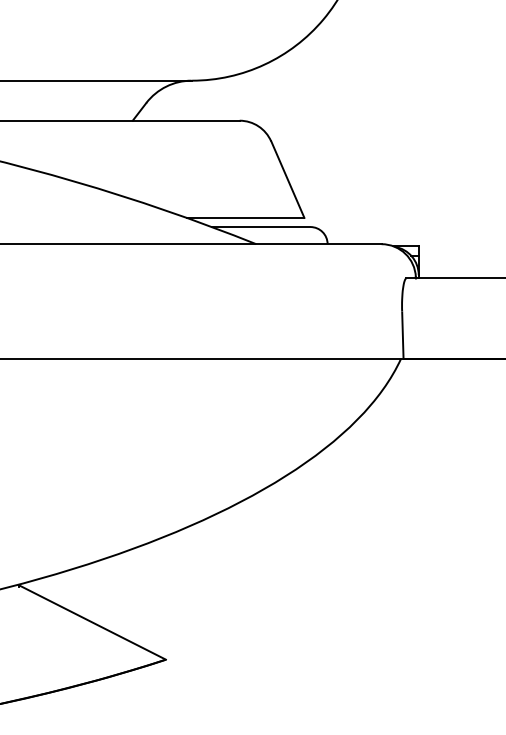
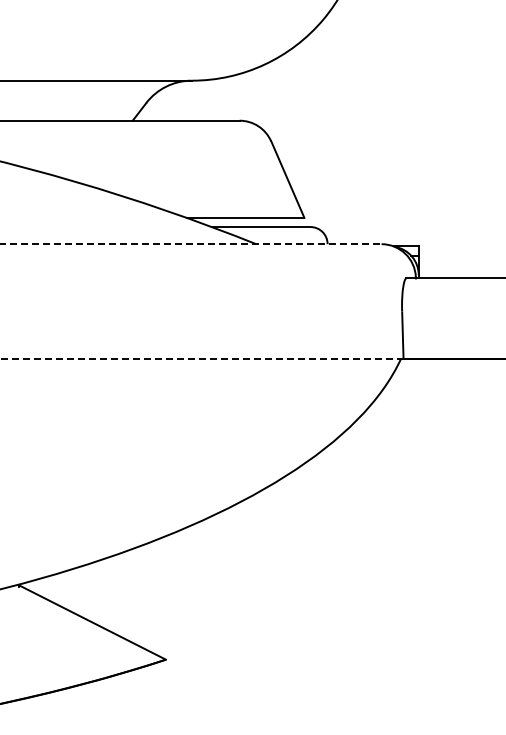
line at (191, 244): solid -> dashed
line at (201, 358): solid -> dashed
